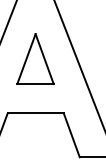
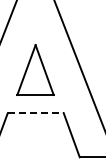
part at (35, 58) position: (35, 58) -> (35, 69)
line at (35, 113): solid -> dashed
